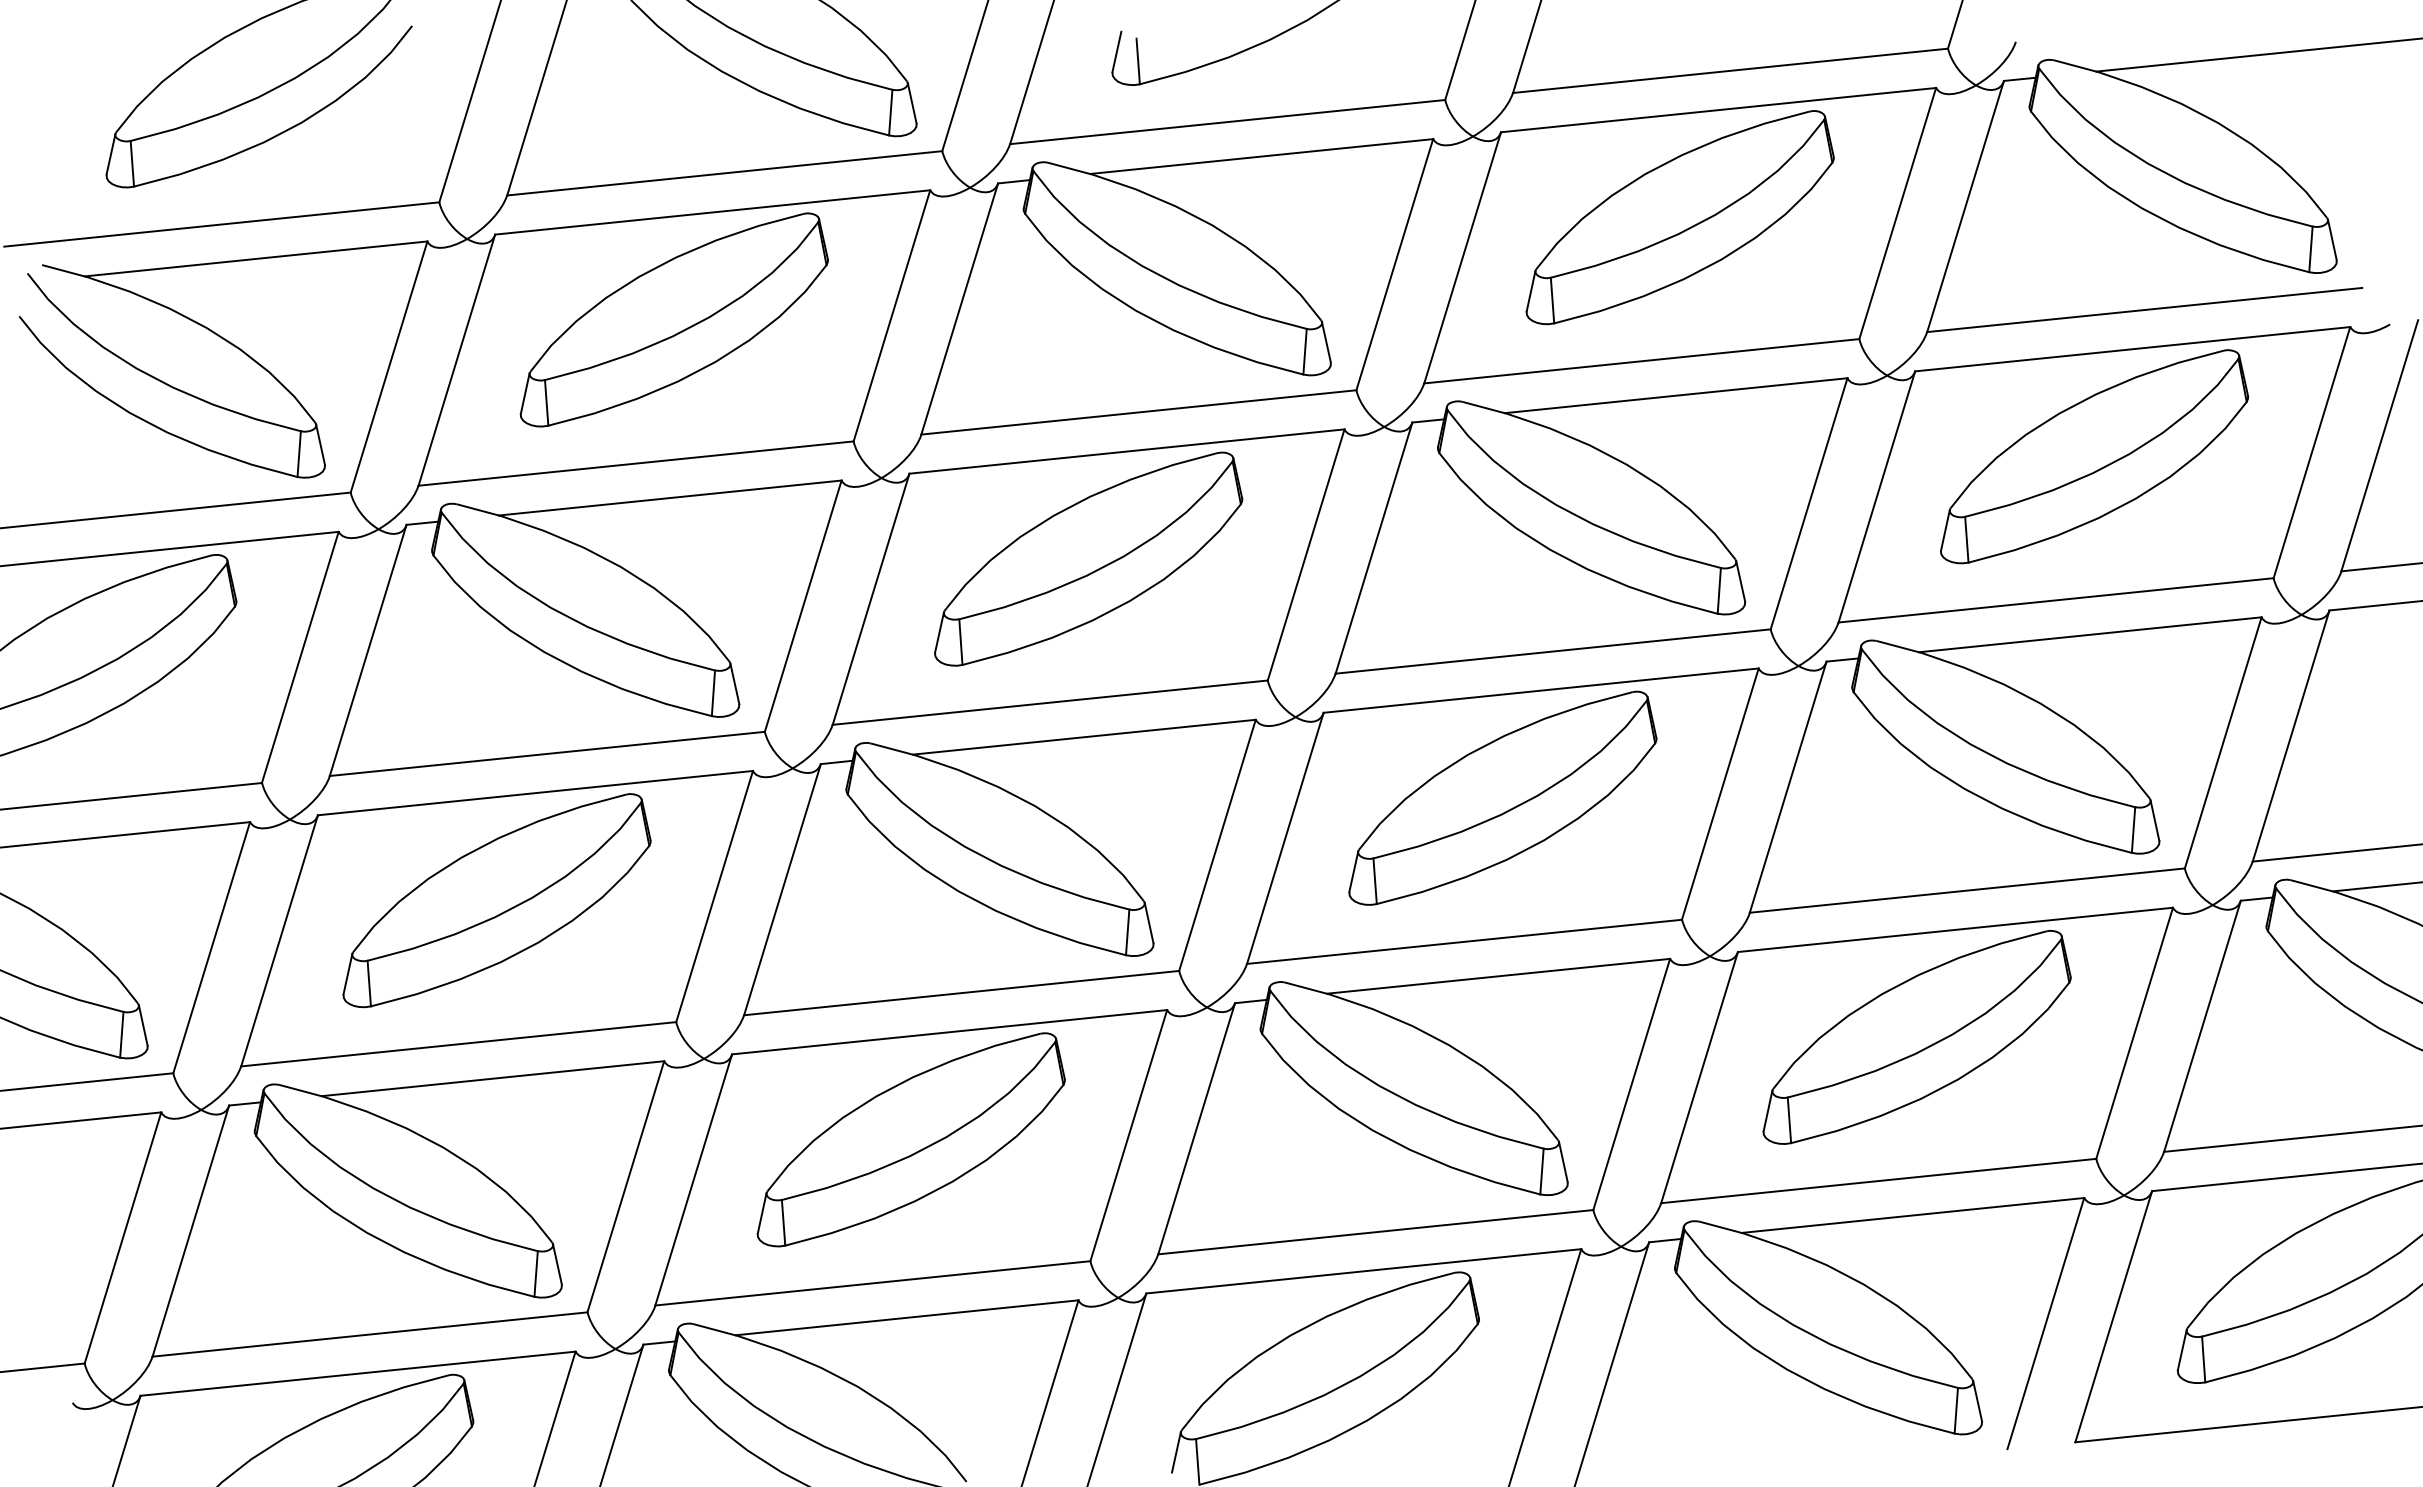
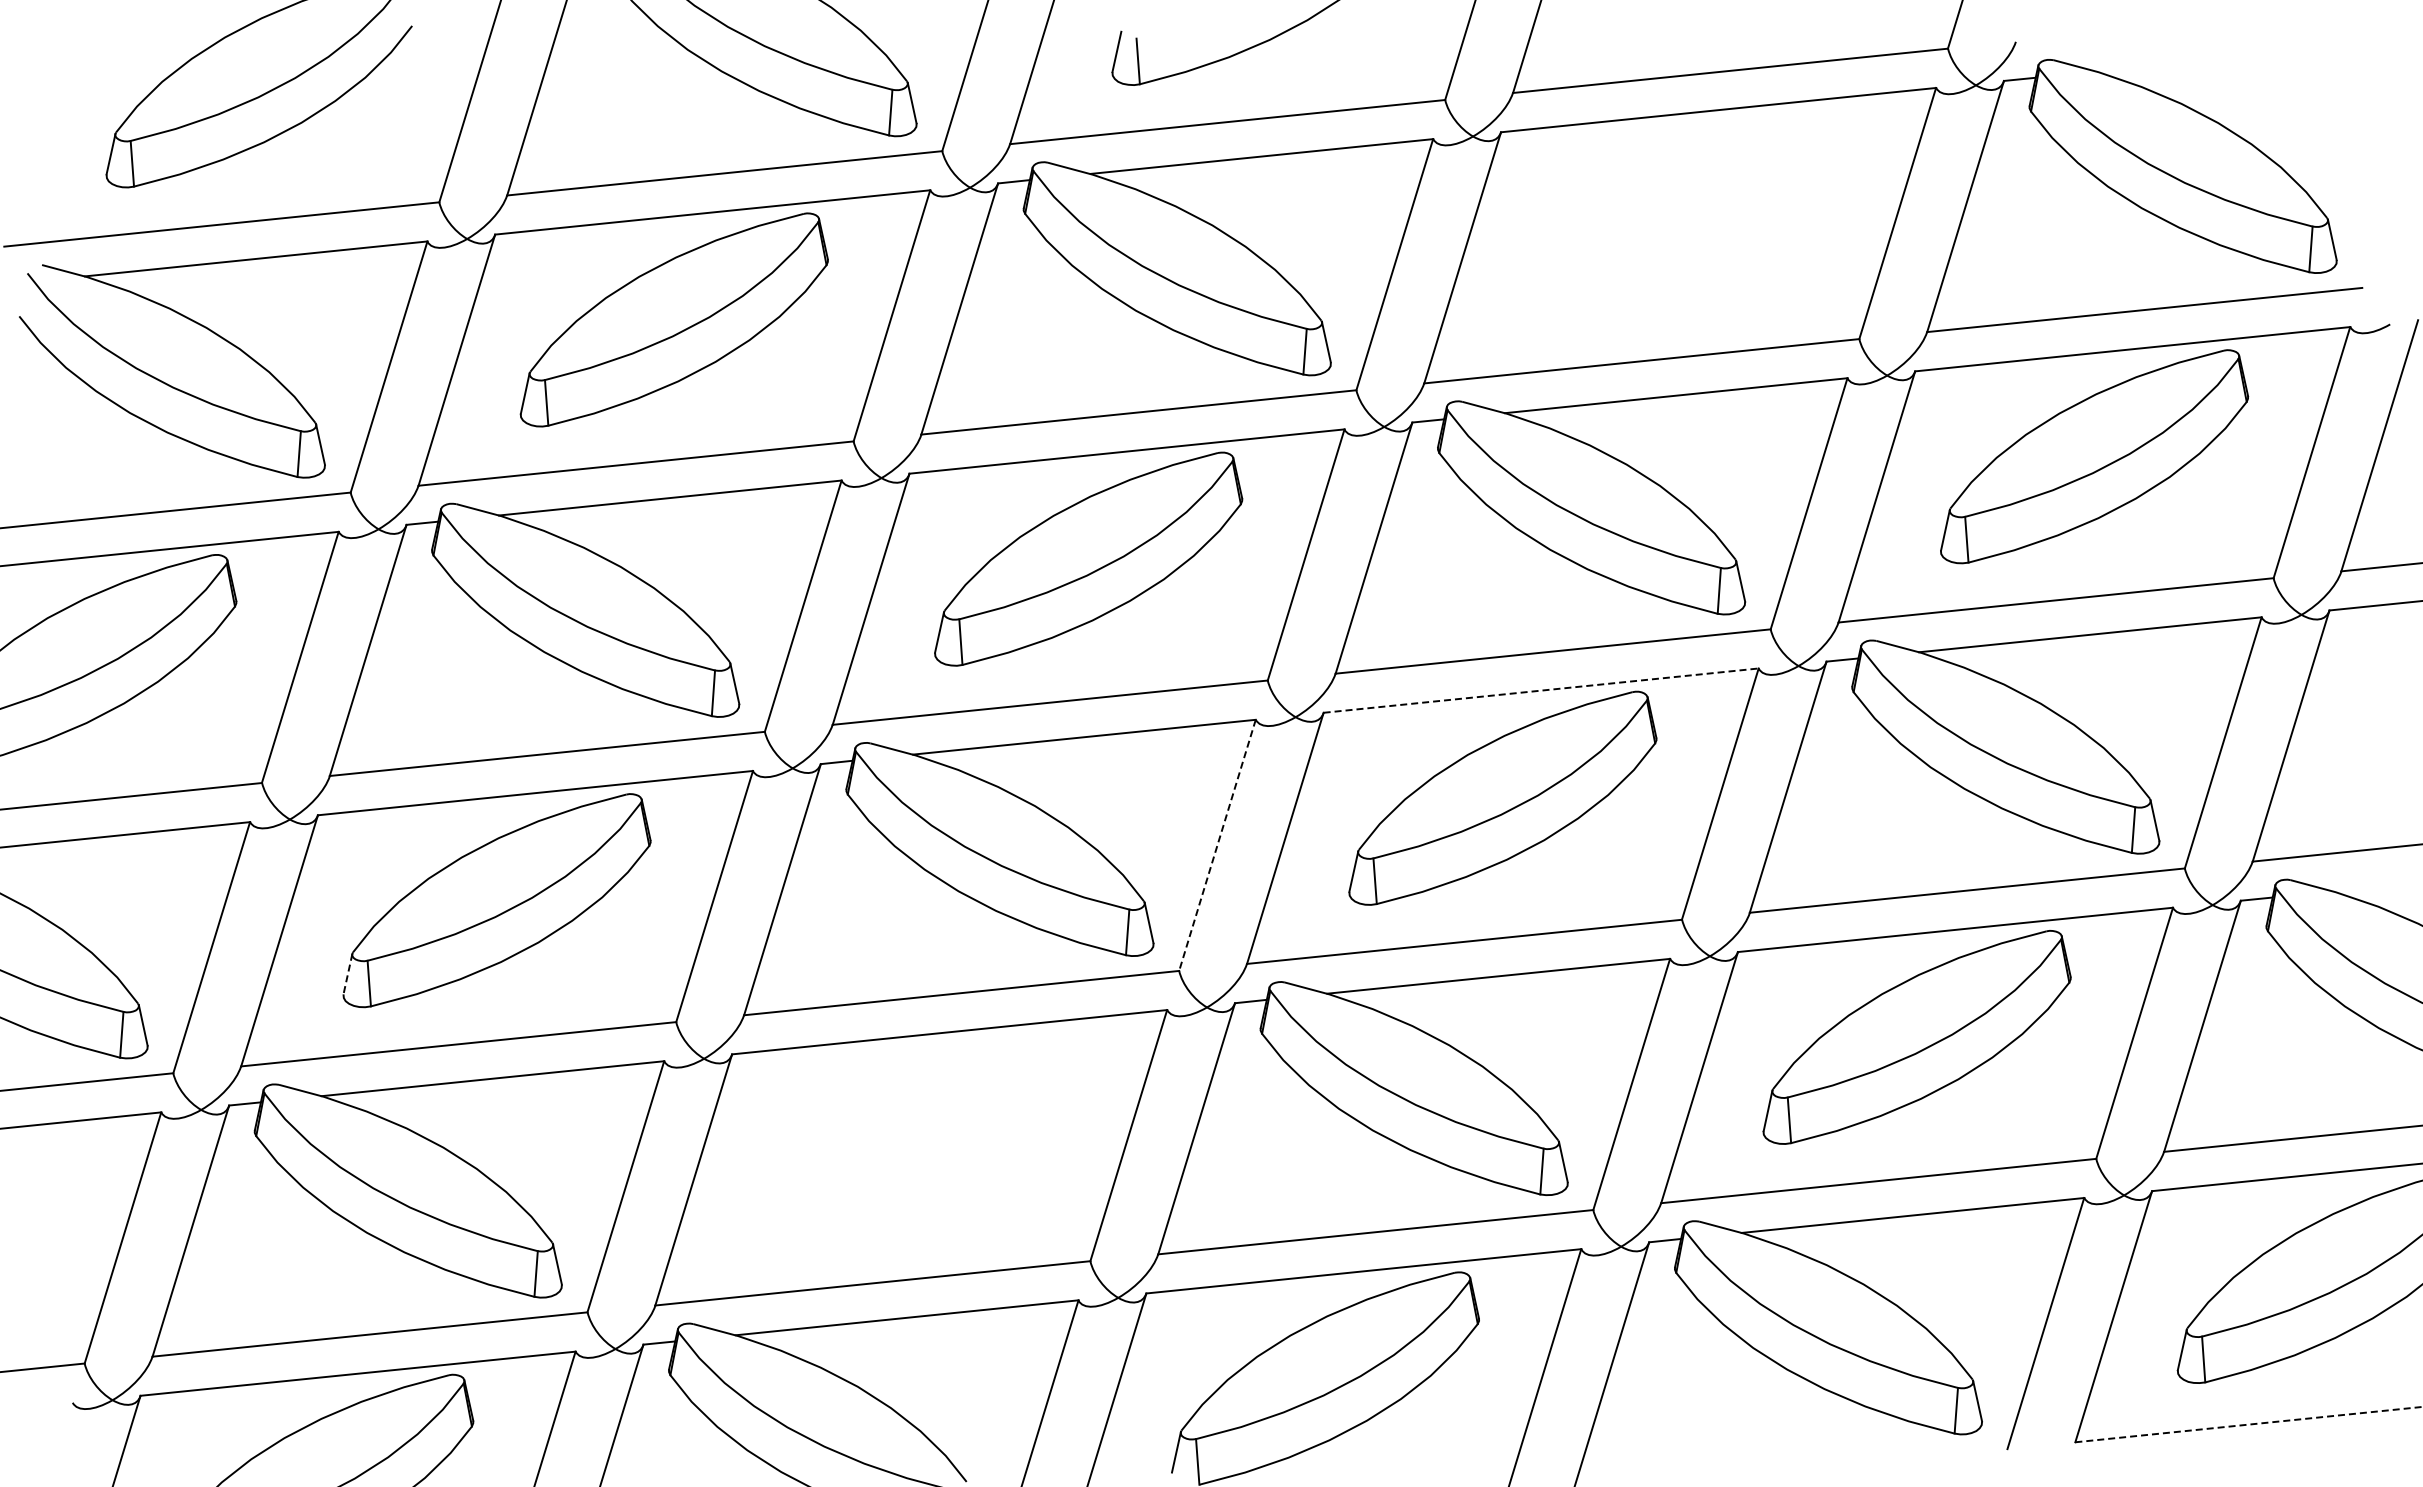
line at (2257, 54): present -> none
part at (1679, 217): present -> none
line at (1541, 690): solid -> dashed
line at (1217, 845): solid -> dashed
line at (2376, 886): present -> none
line at (347, 974): solid -> dashed
part at (910, 1139): present -> none
line at (2249, 1424): solid -> dashed
